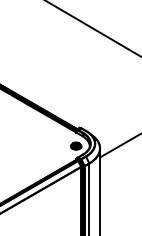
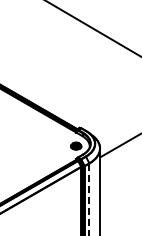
line at (89, 199): solid -> dashed
